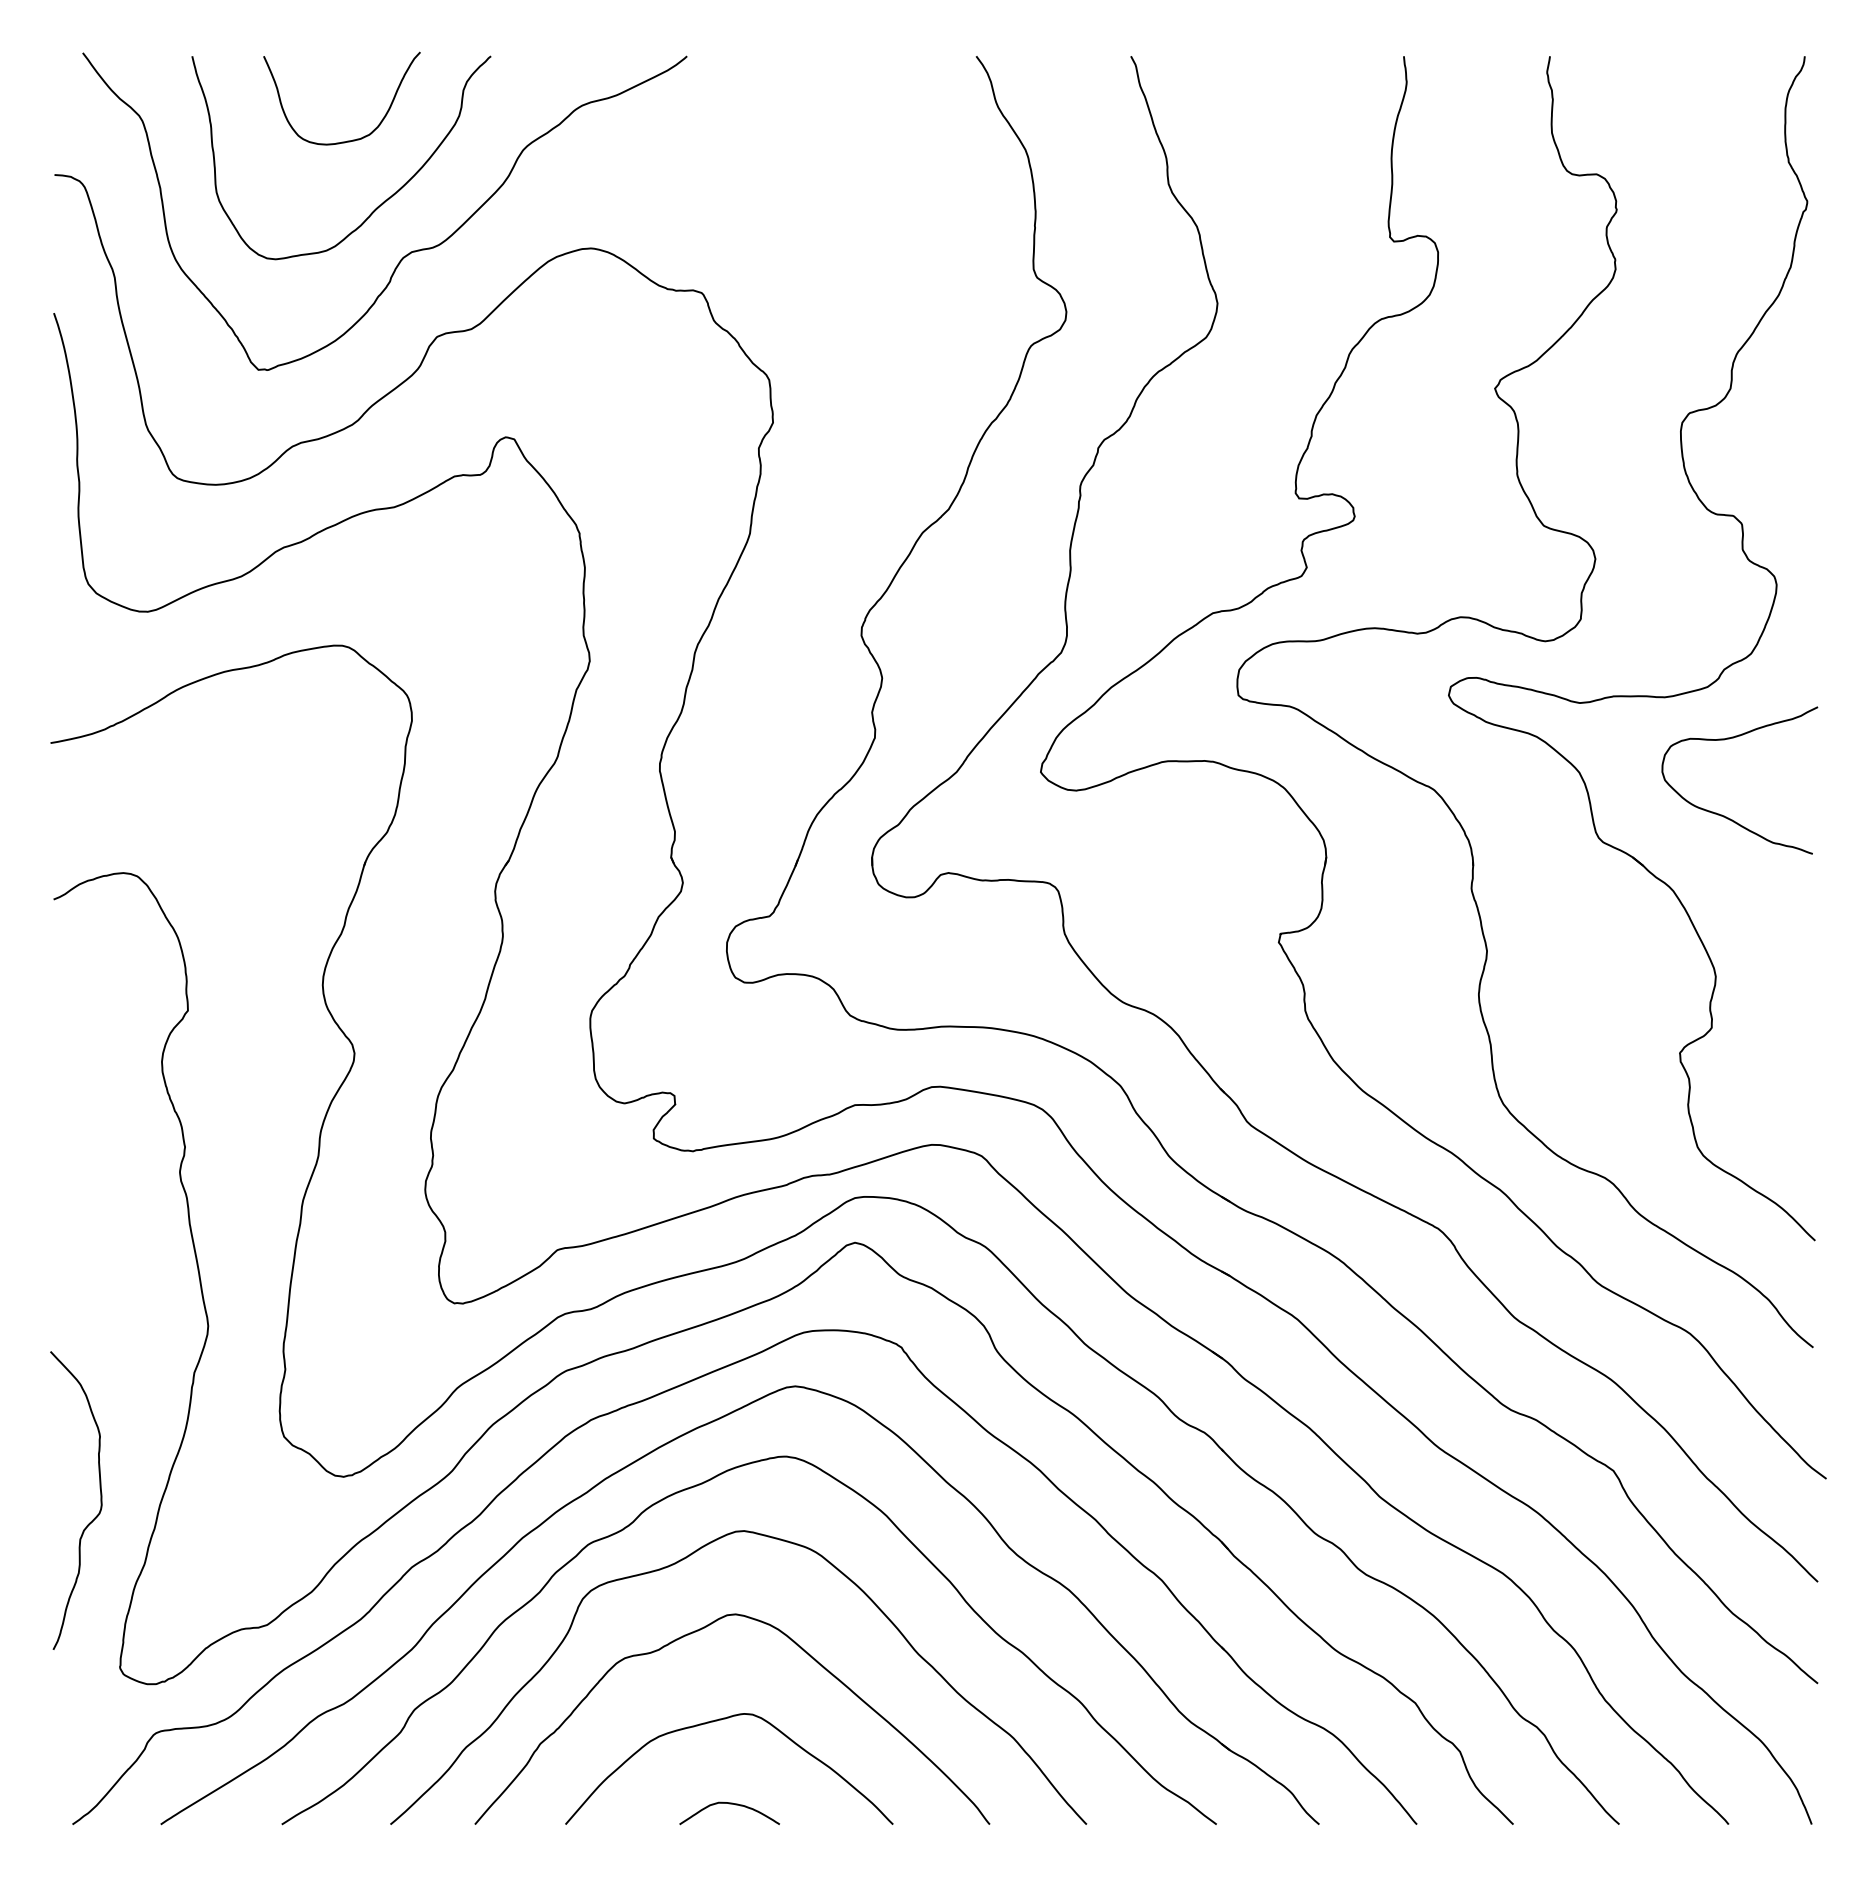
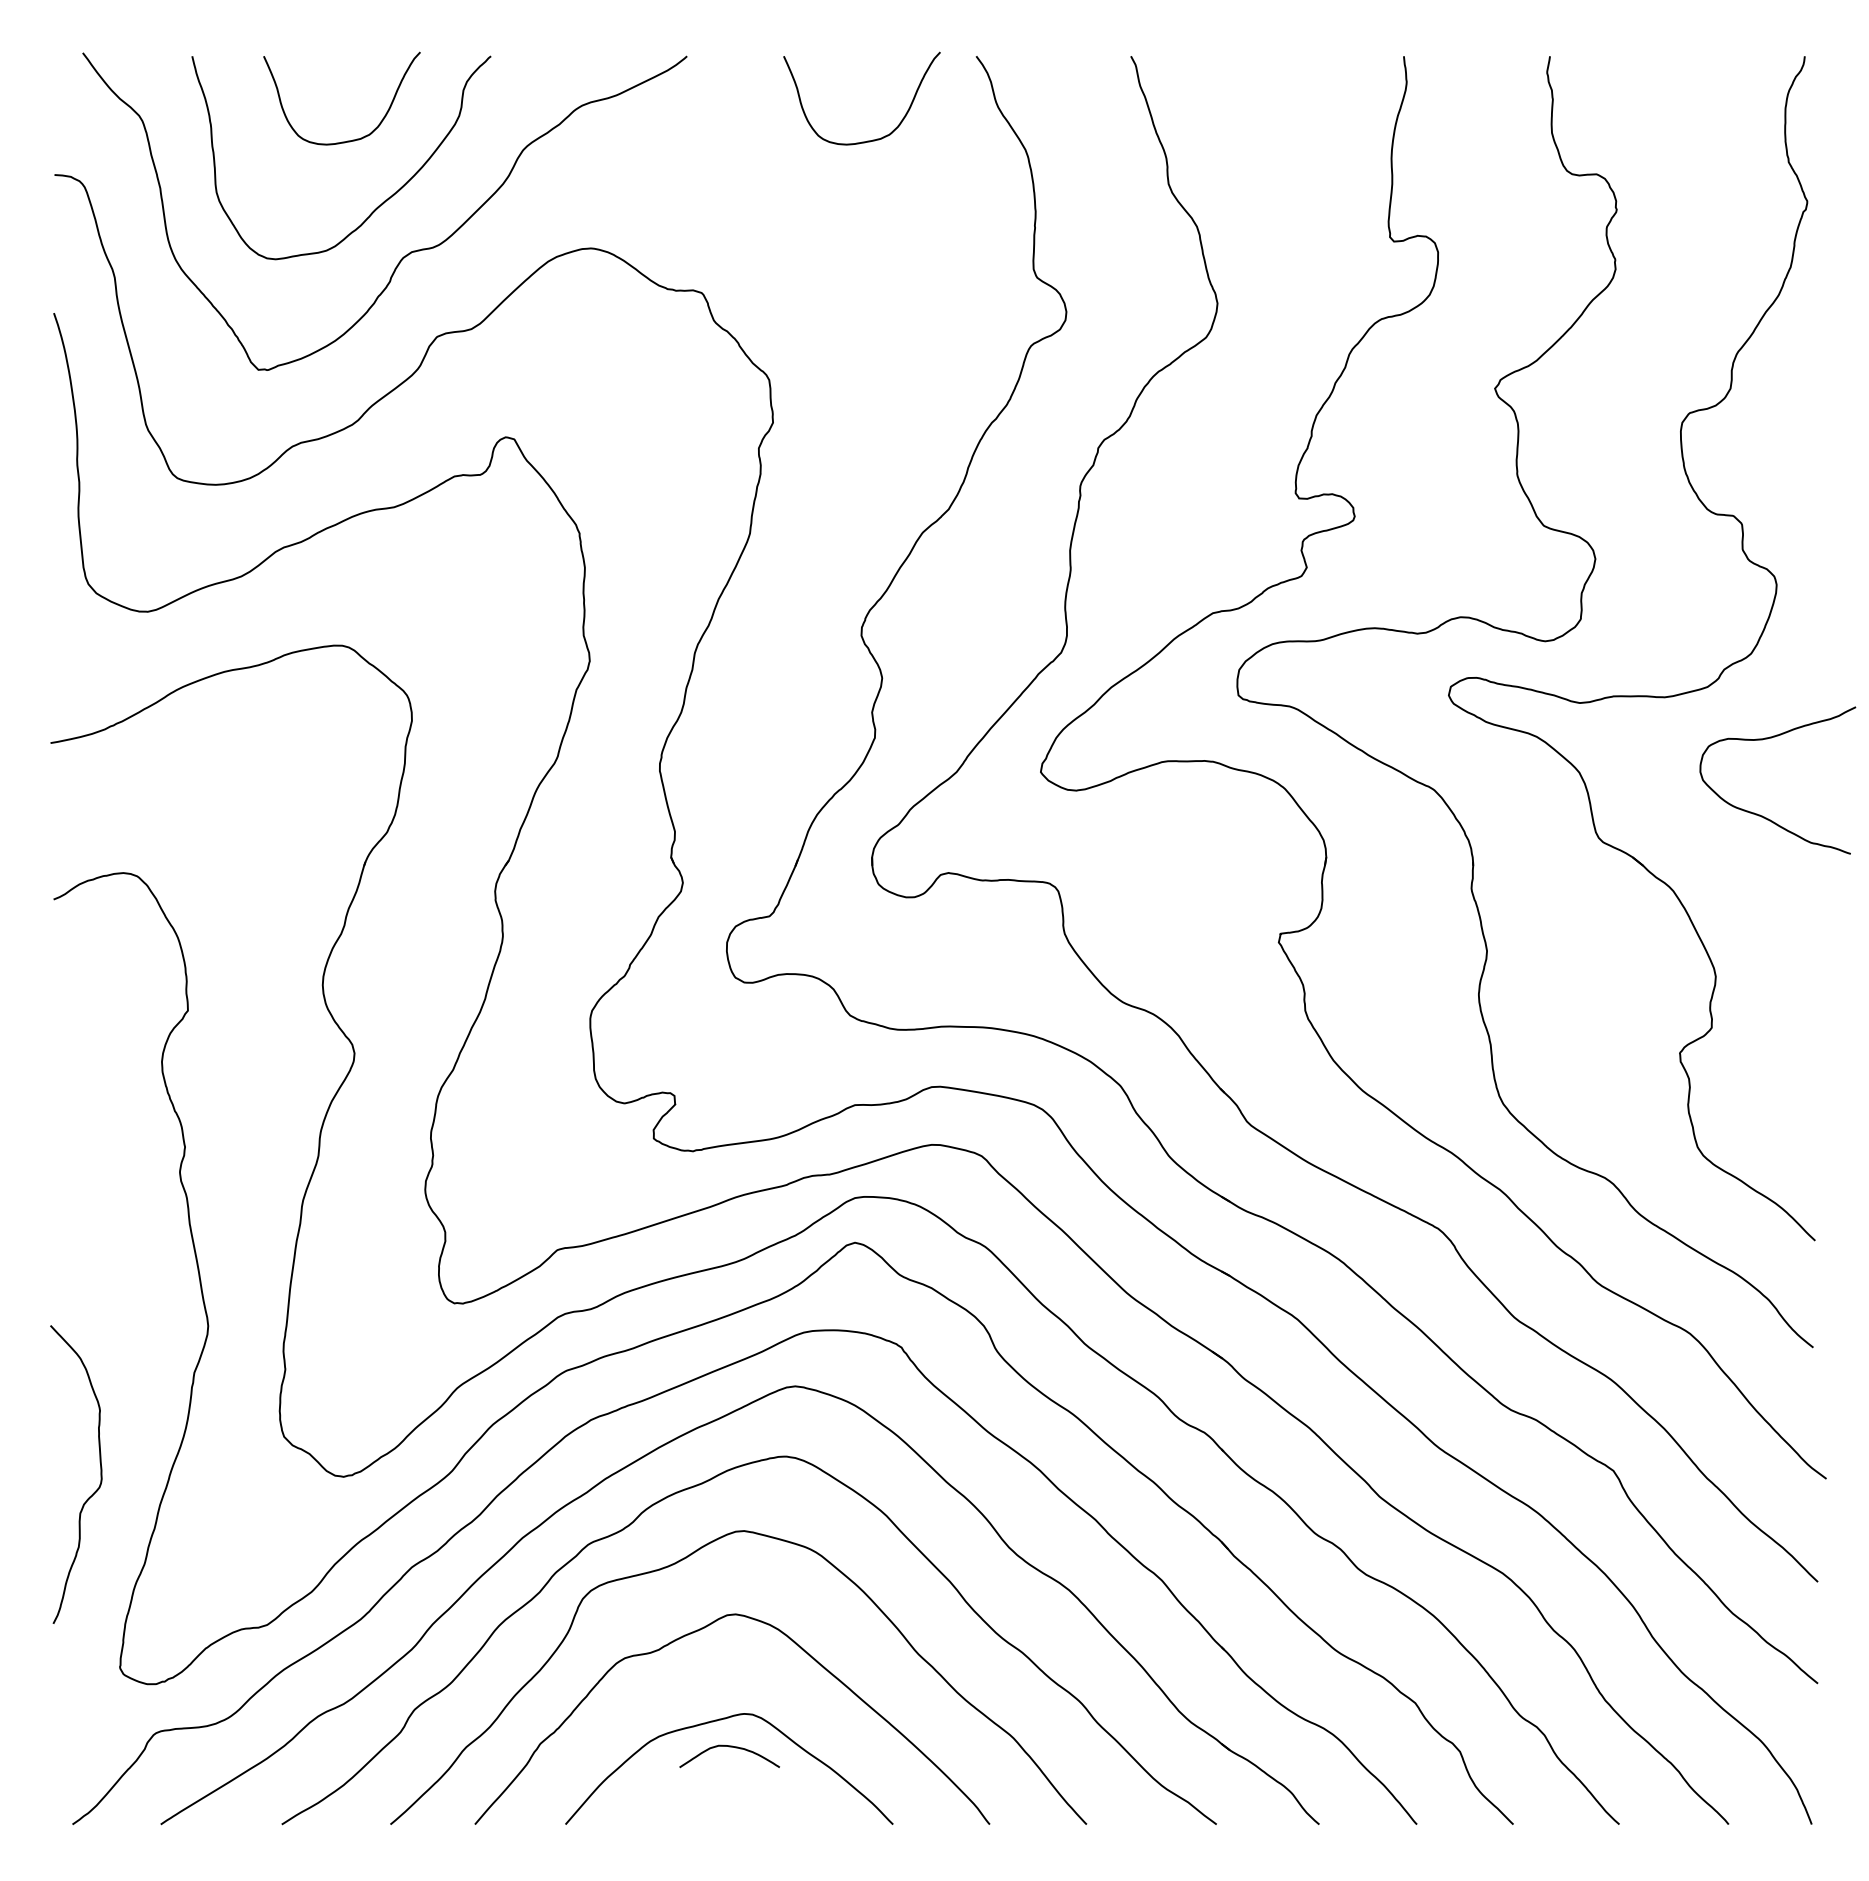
curve at (867, 140): none -> present
curve at (1722, 814) position: (1722, 814) -> (1760, 814)
curve at (100, 1500) position: (100, 1500) -> (100, 1474)
curve at (729, 1804) position: (729, 1804) -> (729, 1747)
